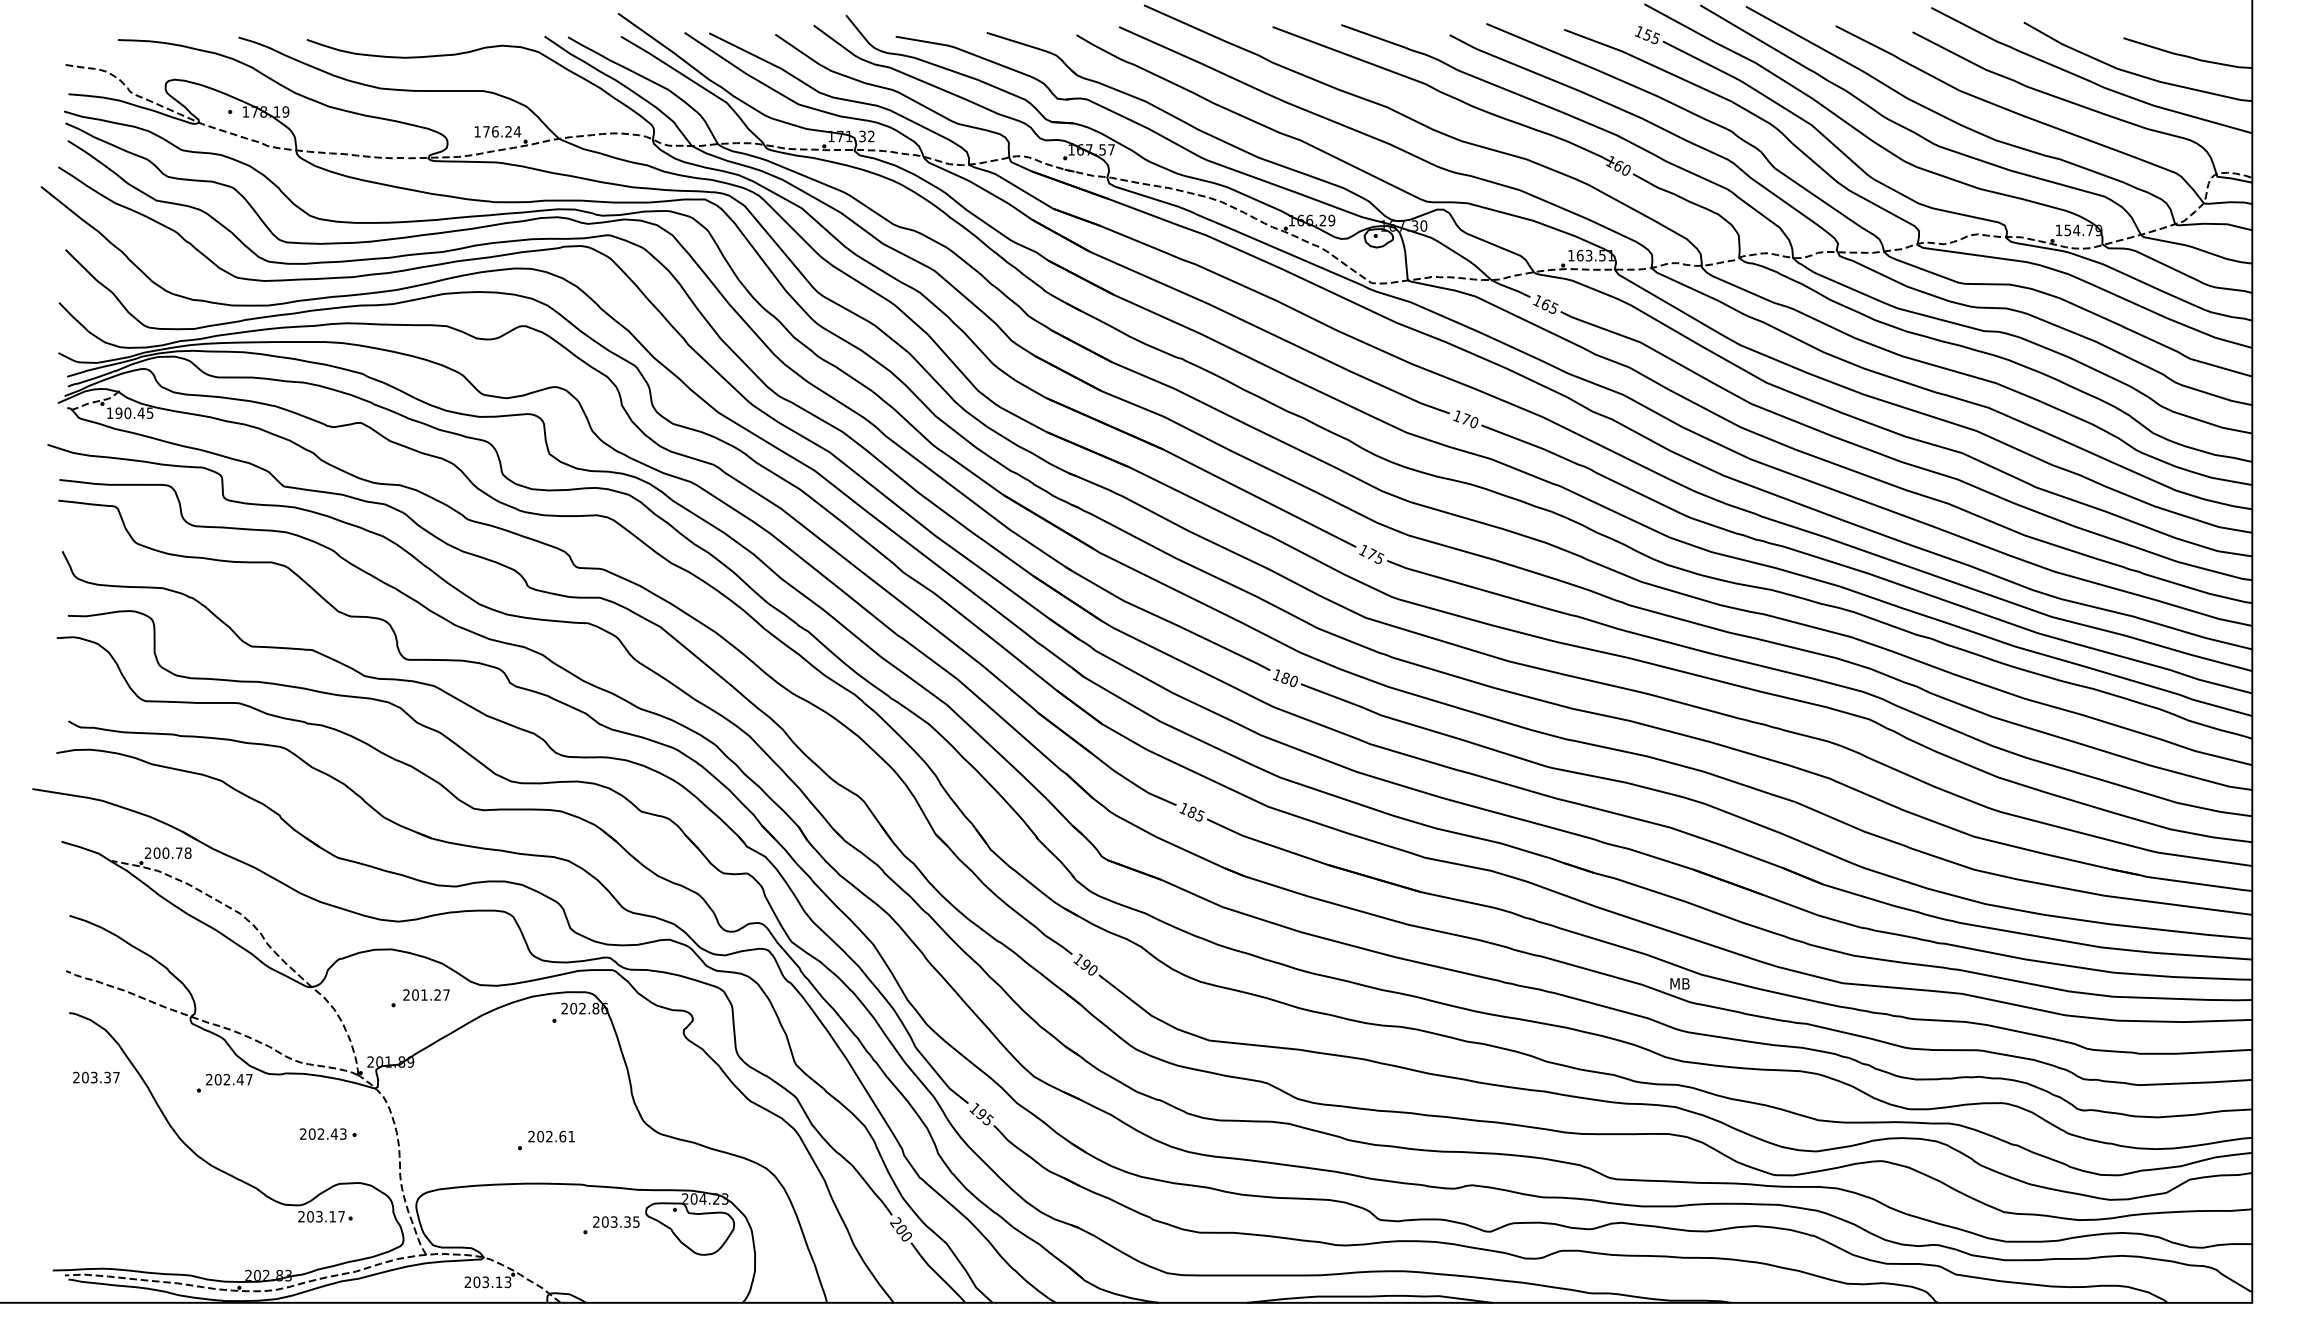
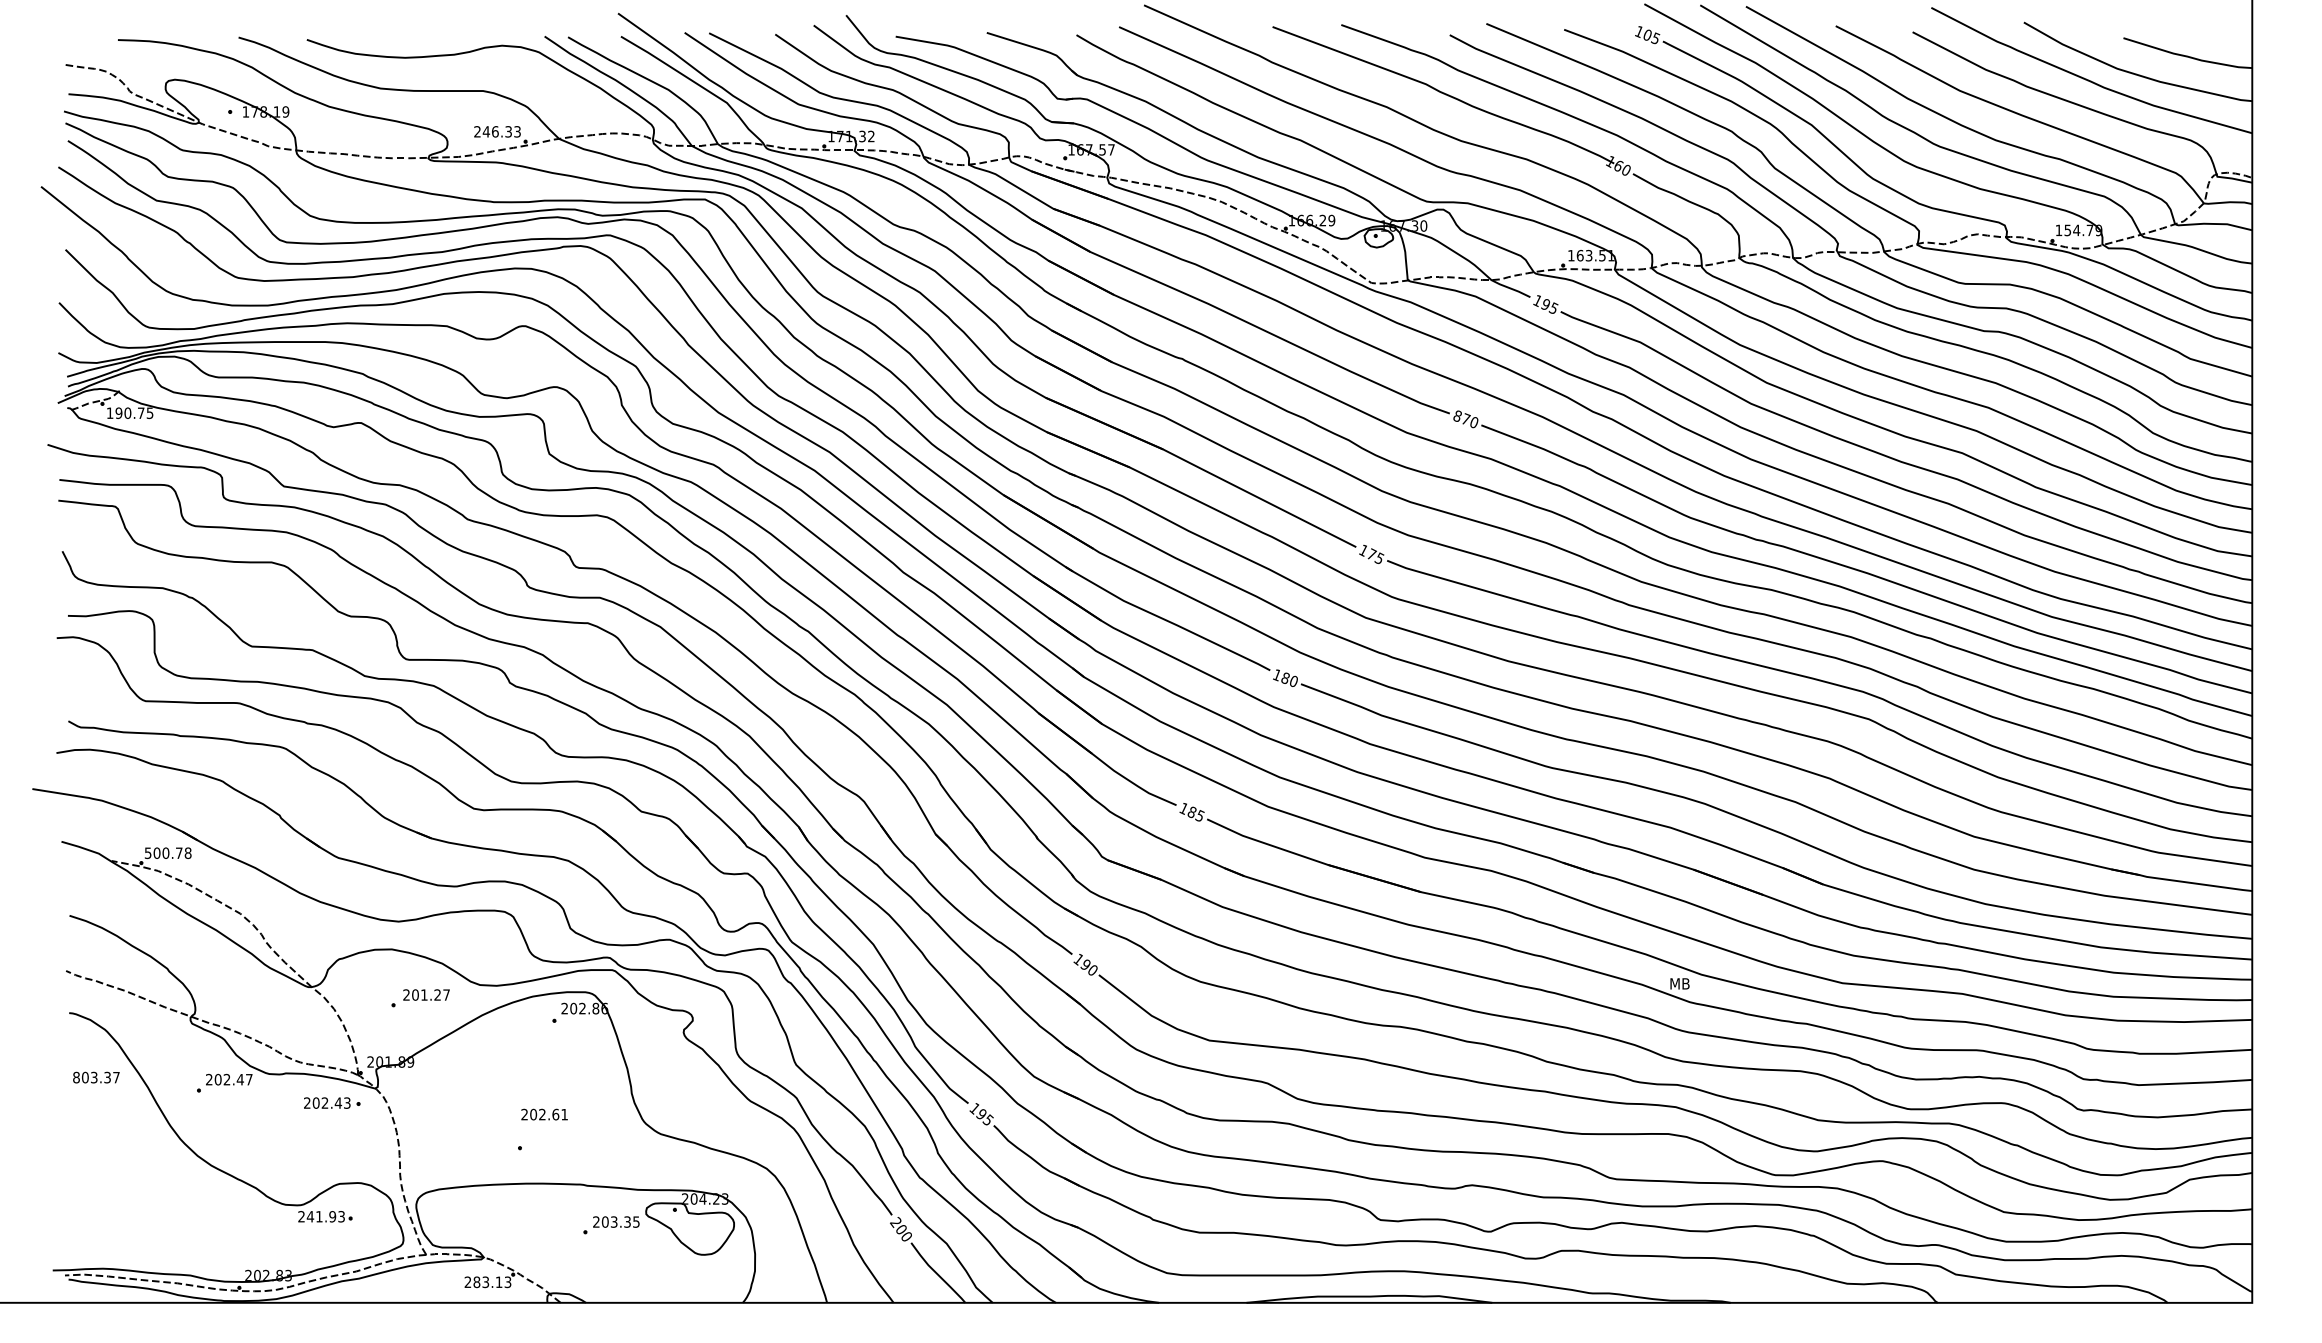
text at (1646, 34): 155 -> 105
text at (497, 131): 176.24 -> 246.33
text at (1545, 304): 165 -> 195
text at (140, 412): 190.45 -> 190.75
text at (1457, 416): 170 -> 870
text at (147, 853): 200.78 -> 500.78
text at (76, 1077): 203.37 -> 803.37
part at (328, 1133) position: (328, 1133) -> (332, 1102)
text at (551, 1136) position: (551, 1136) -> (544, 1114)
text at (325, 1216): 203.17 -> 241.93
text at (476, 1281): 203.13 -> 283.13
